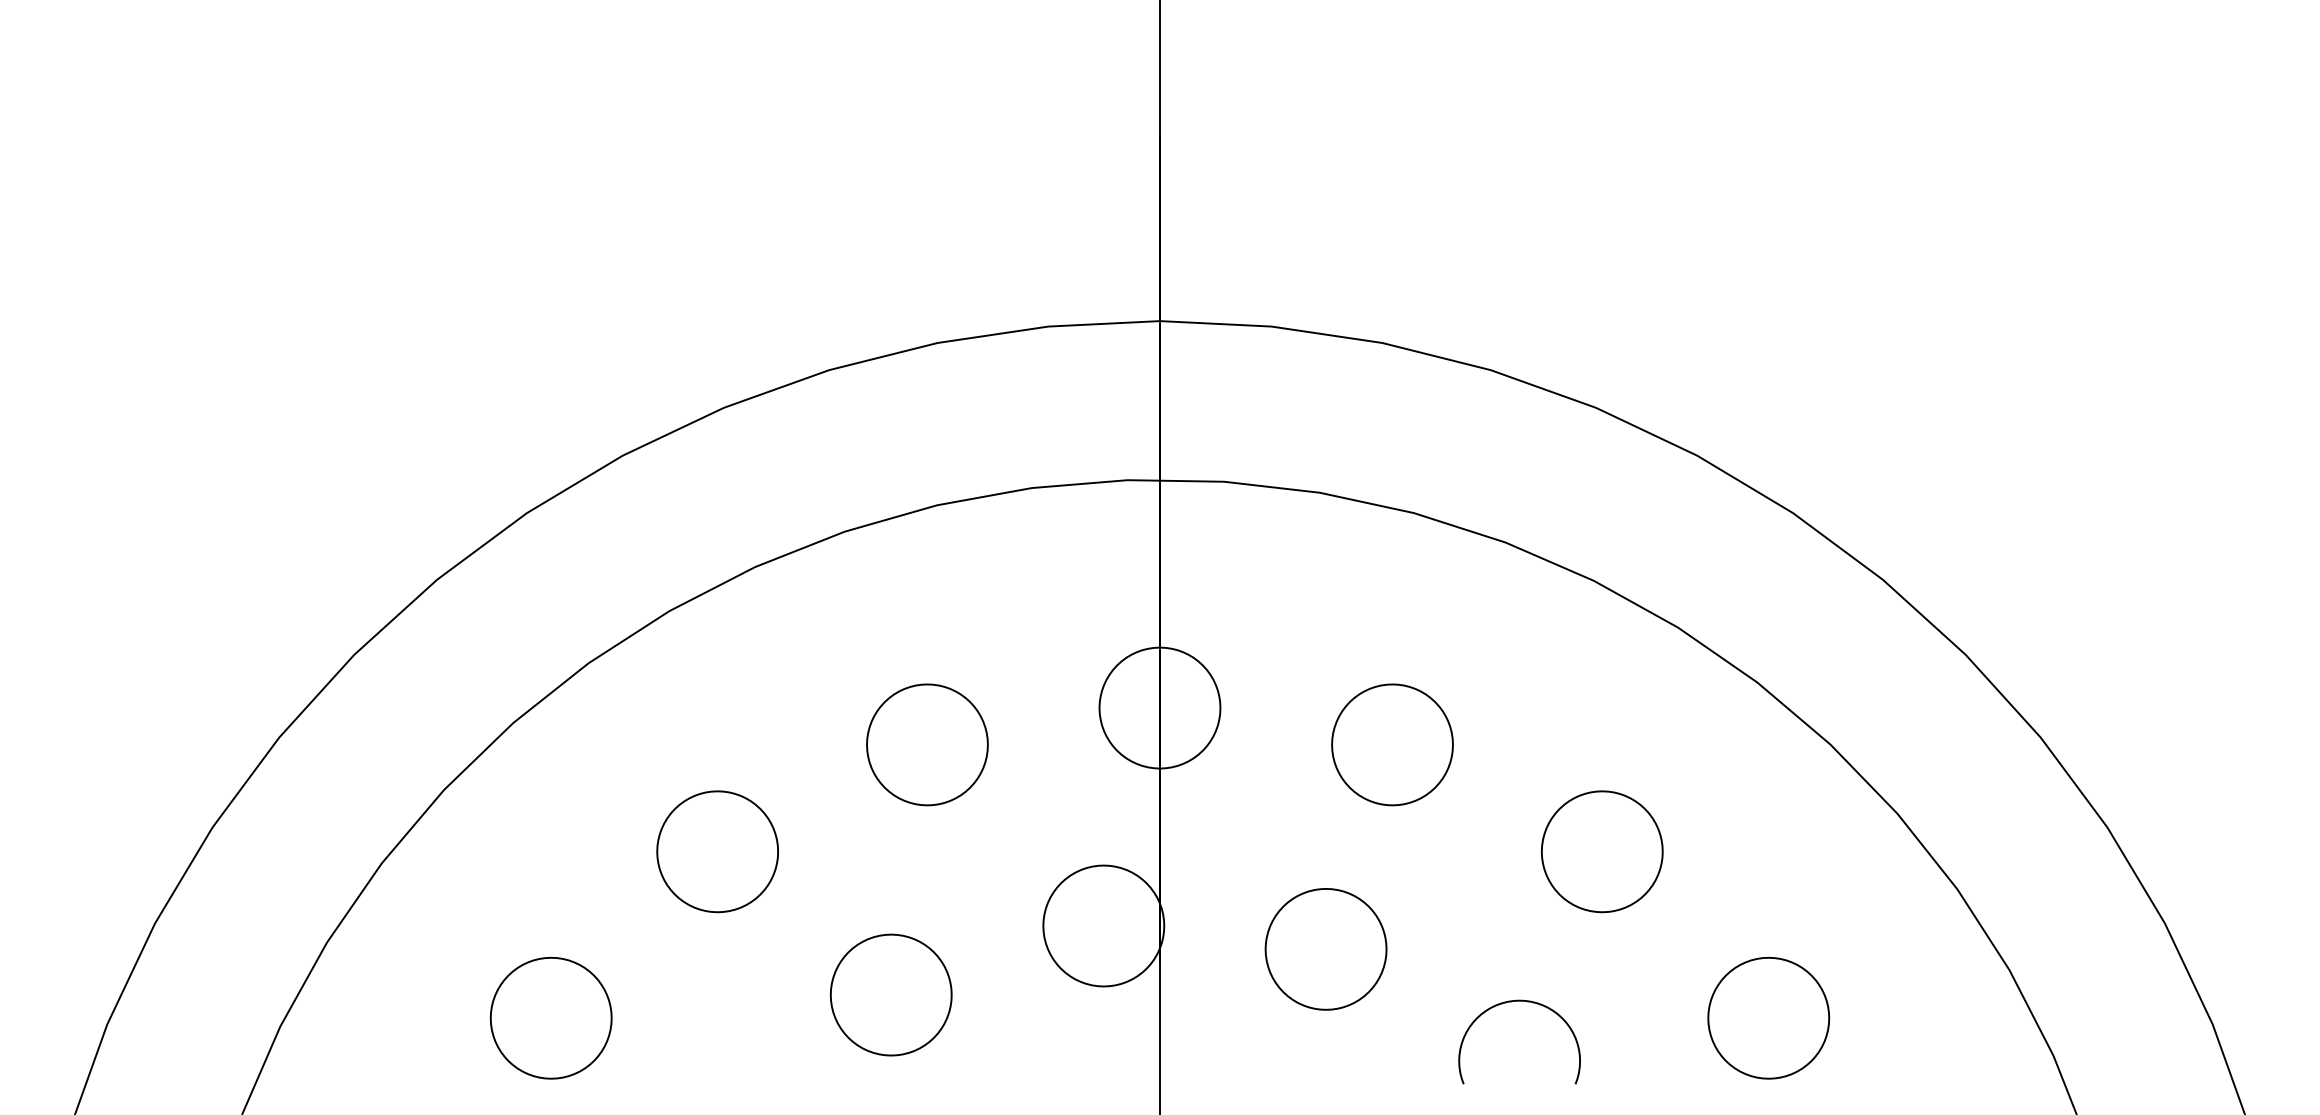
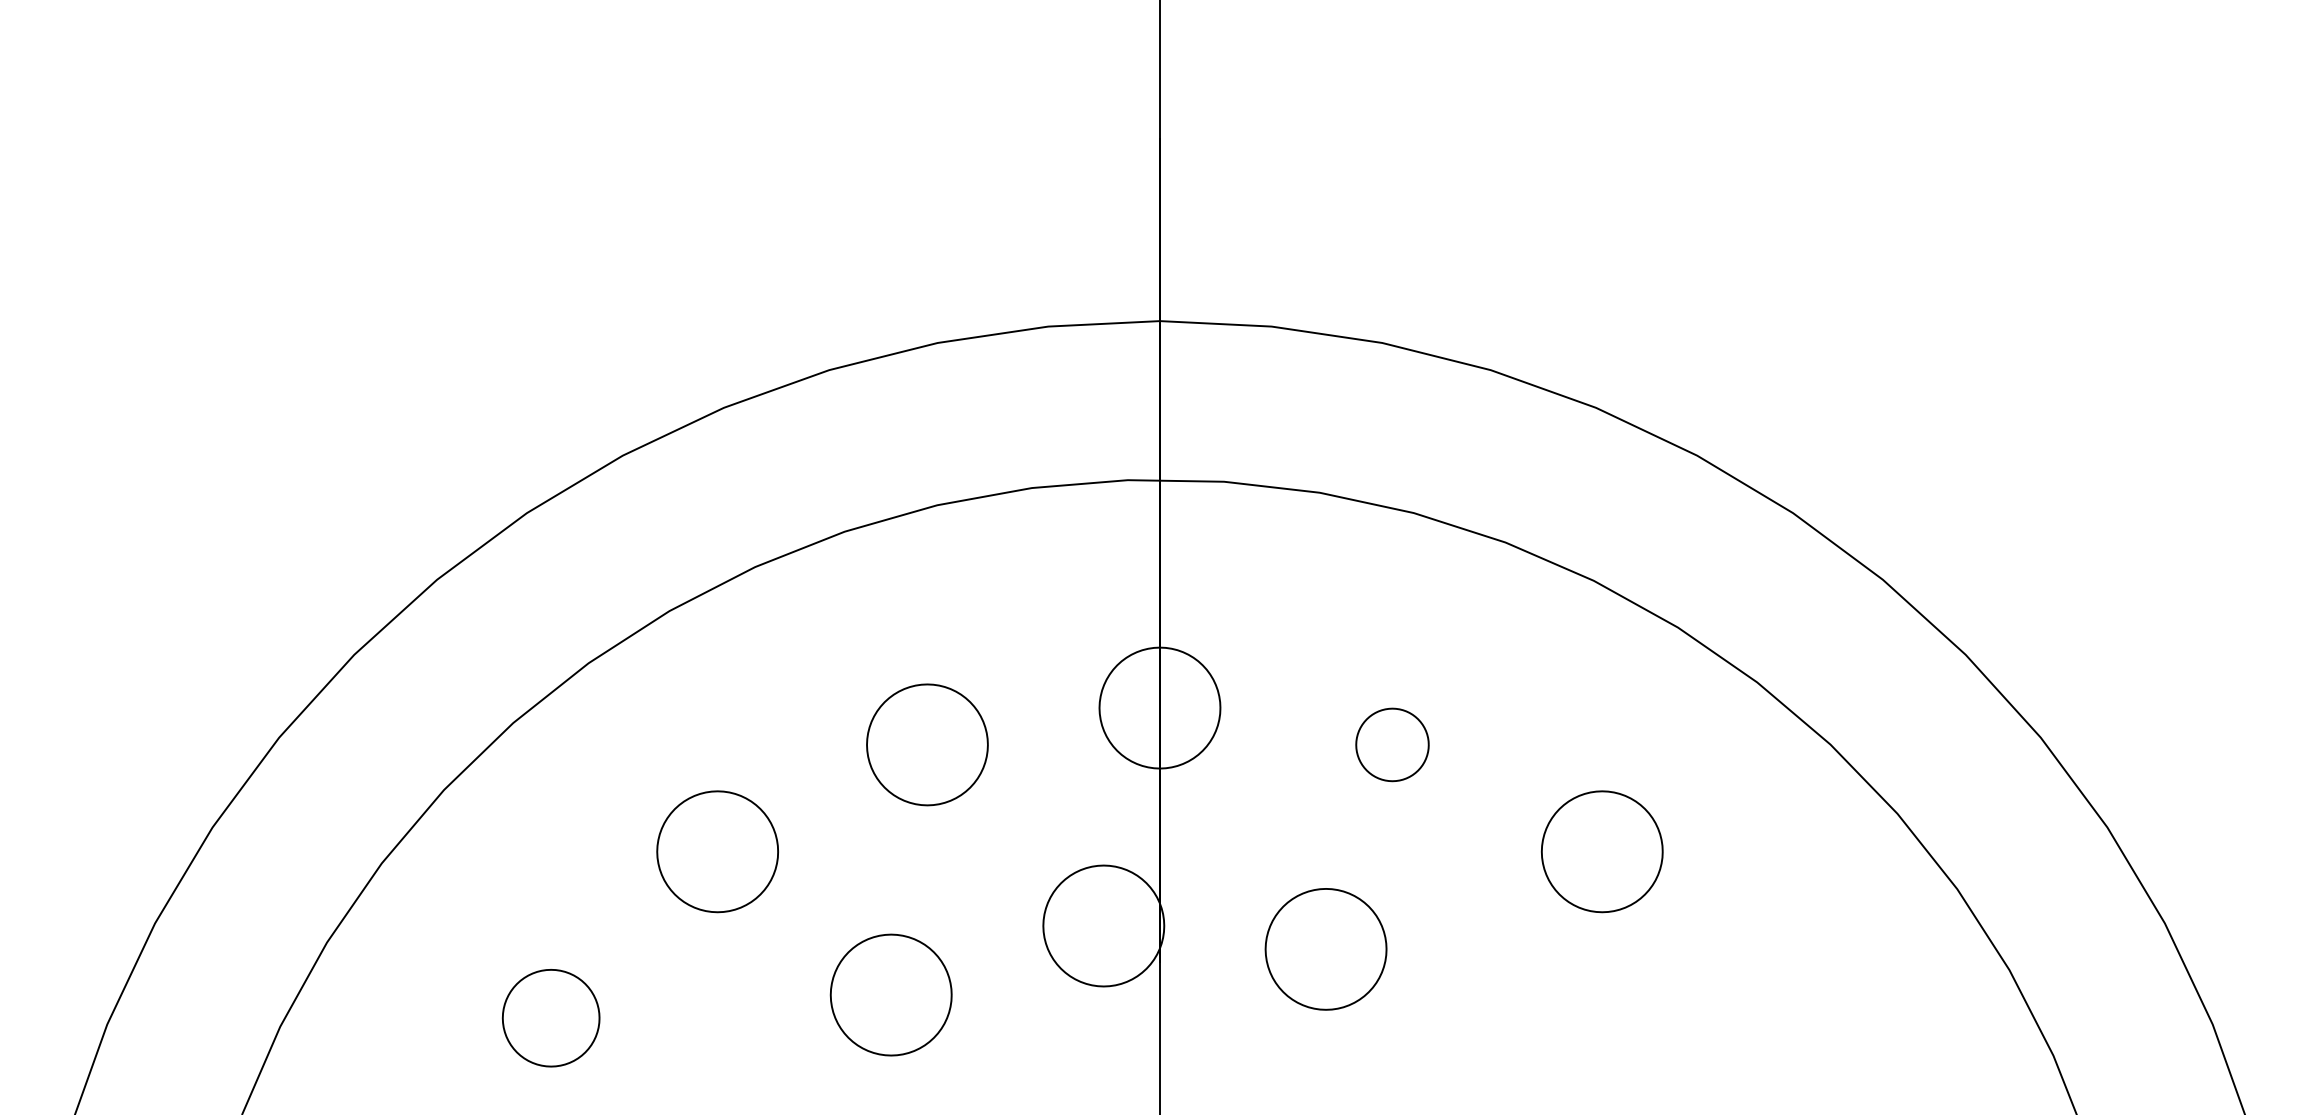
part at (1392, 744) size: 123x124 px -> 75x76 px
curve at (1511, 1002): present -> none
part at (550, 1017) size: 124x124 px -> 100x99 px
part at (1768, 1017): present -> none
